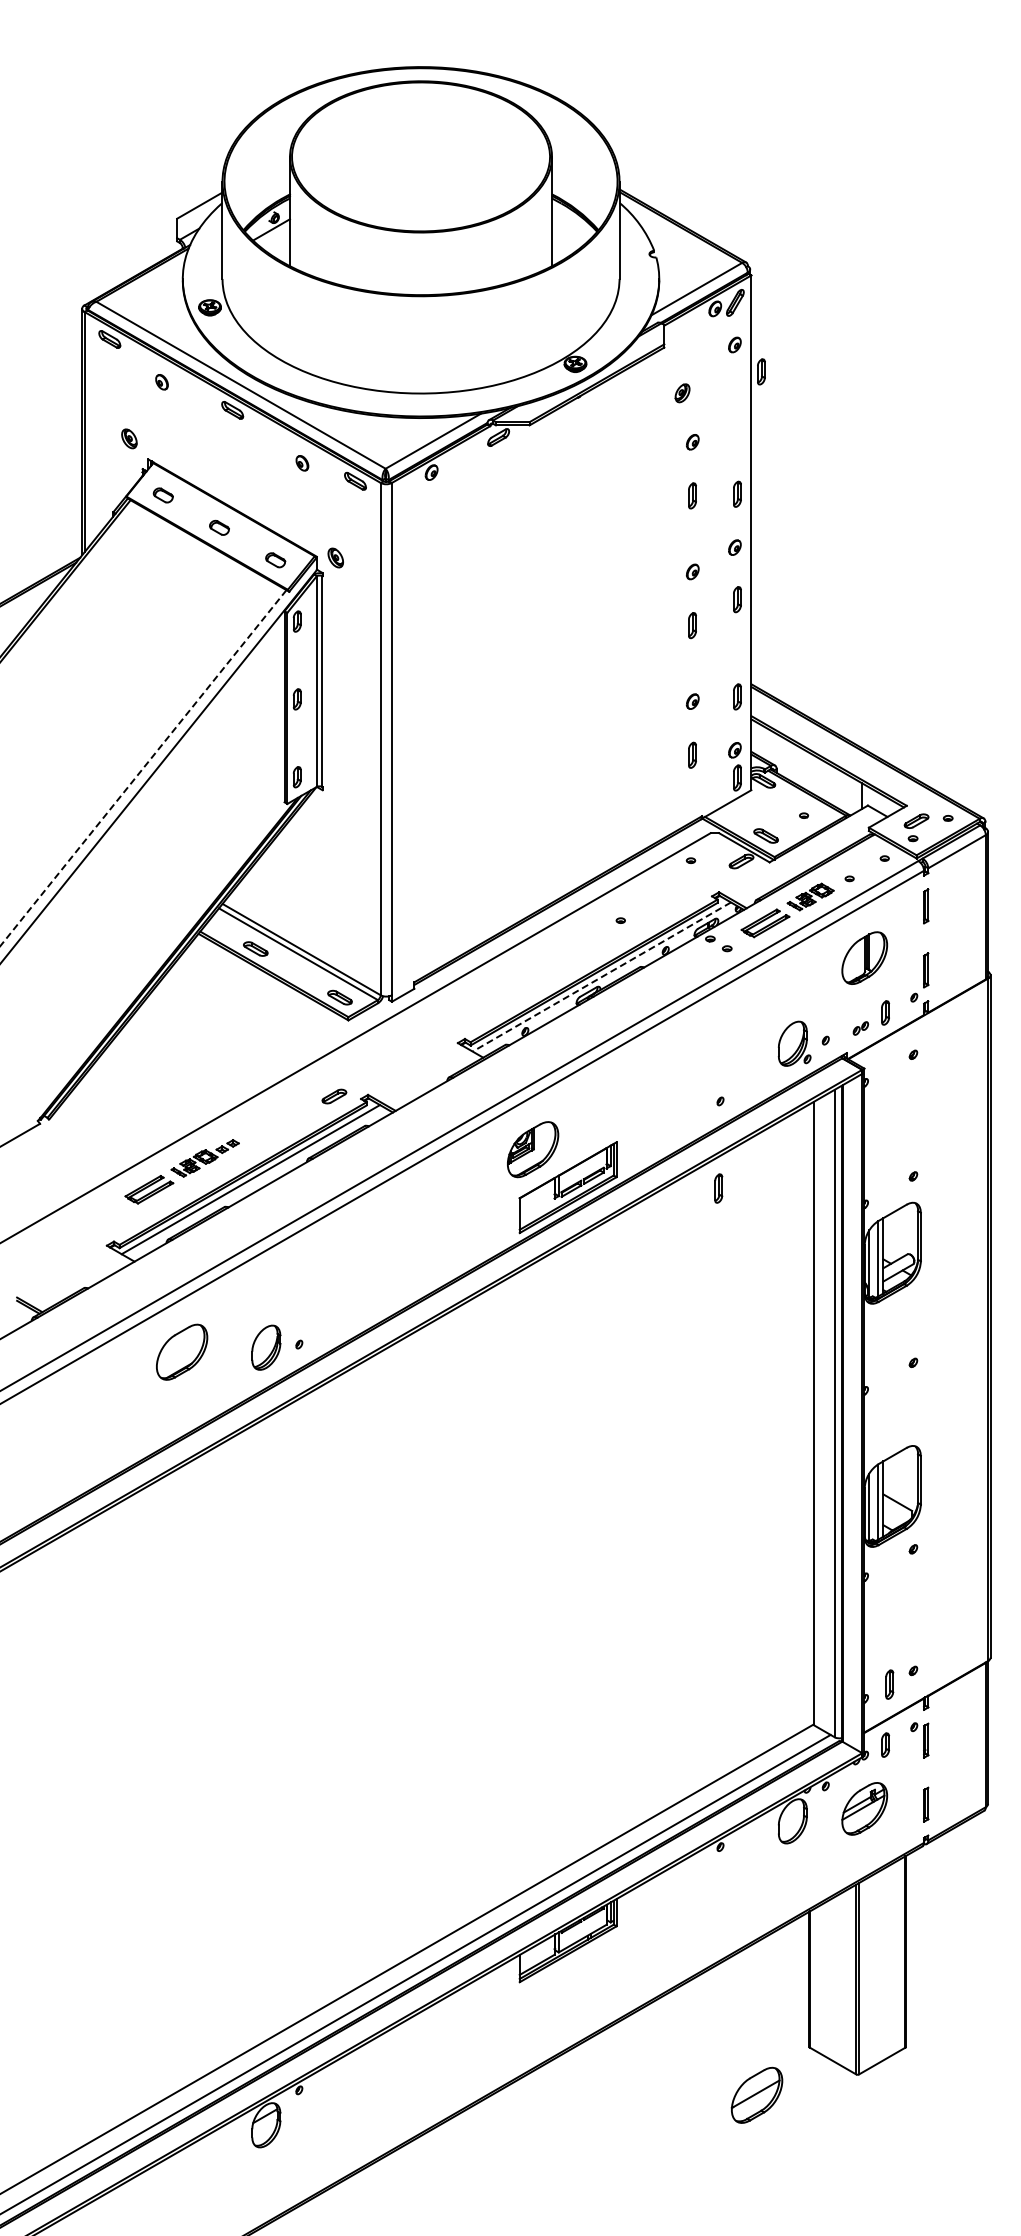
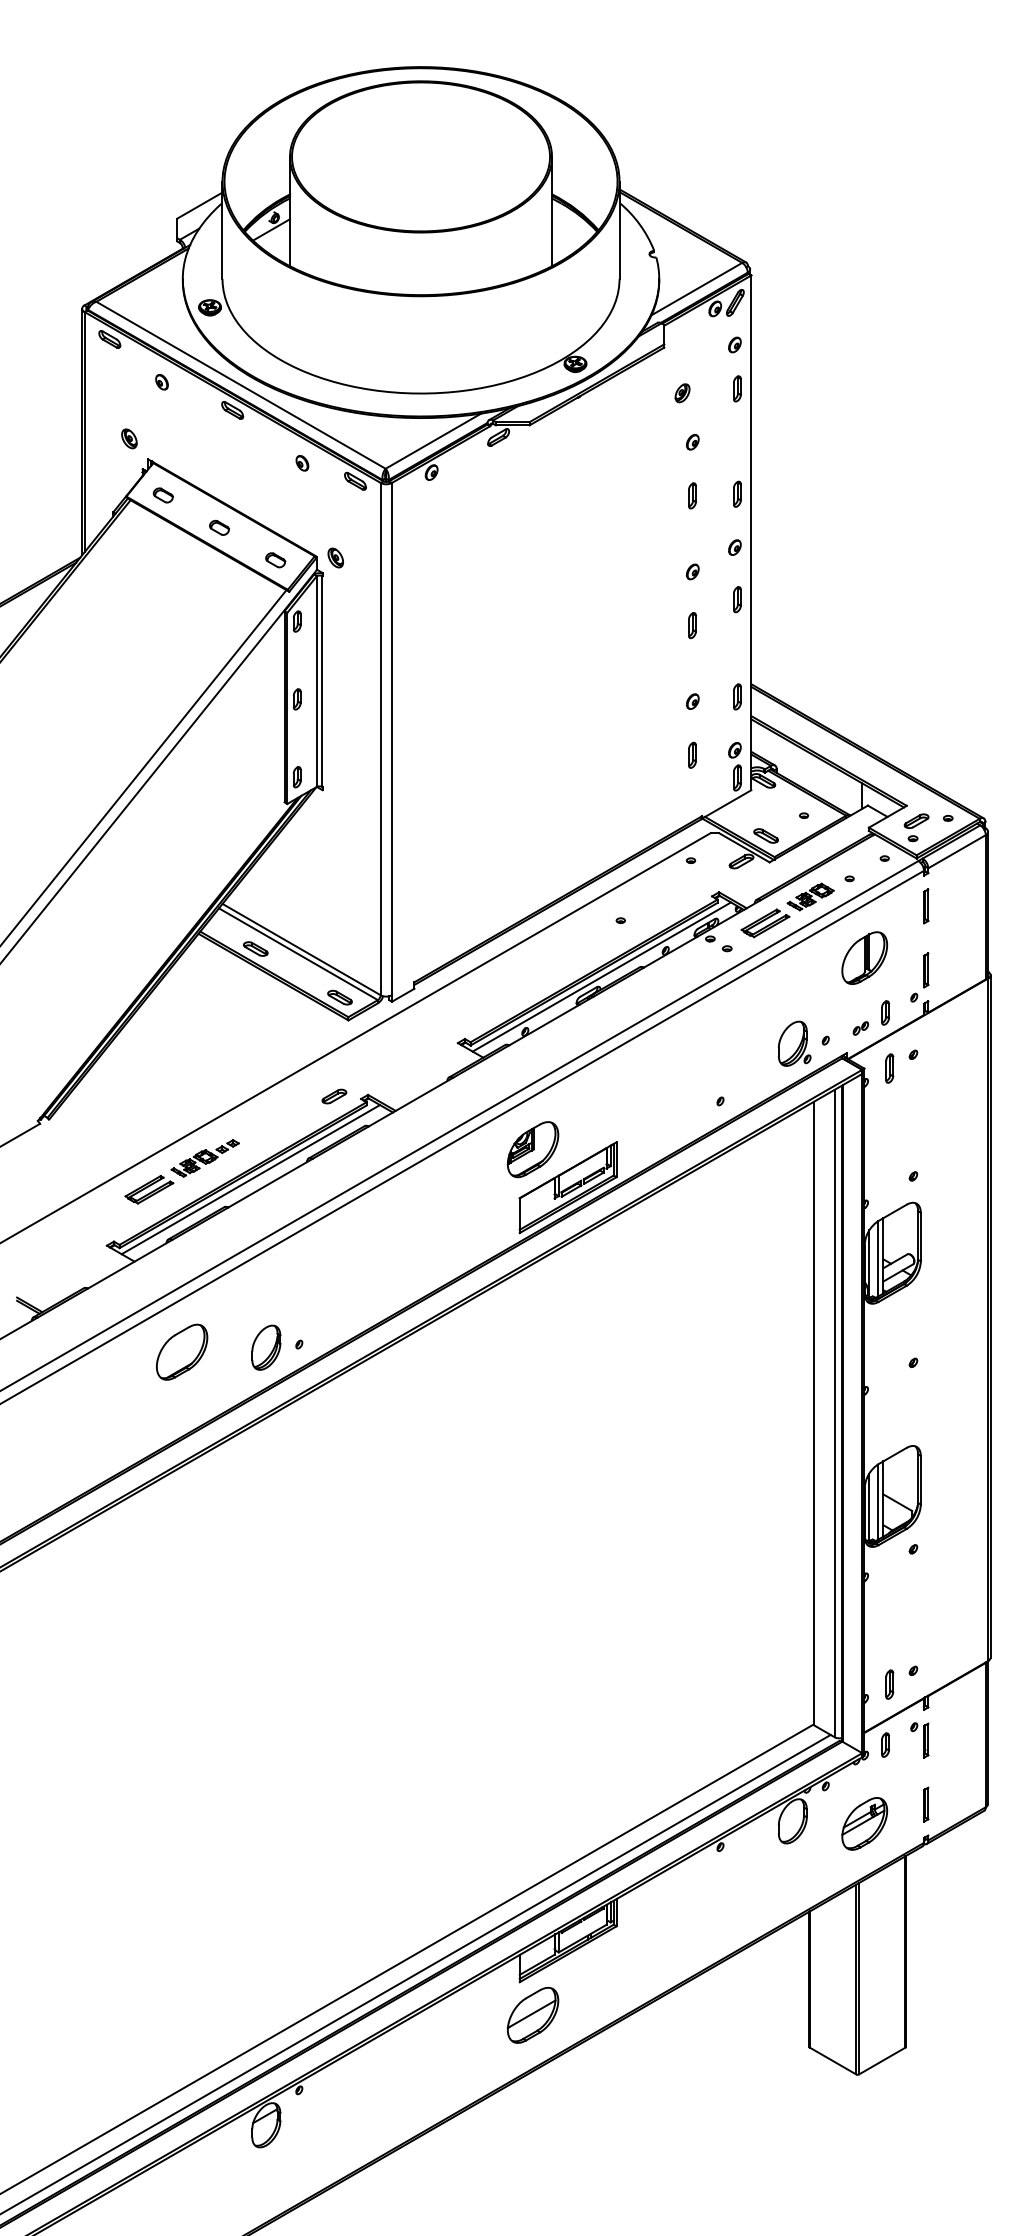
part at (761, 371) position: (761, 371) -> (737, 388)
line at (143, 768): dashed -> solid
line at (601, 977): dashed -> solid
part at (718, 1188) position: (718, 1188) -> (889, 1068)
part at (864, 1808) position: (864, 1808) -> (864, 1823)
part at (756, 2094) position: (756, 2094) -> (532, 2014)
